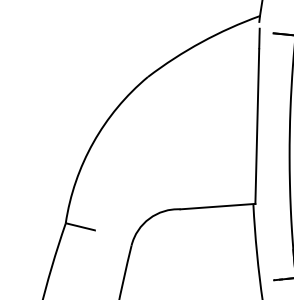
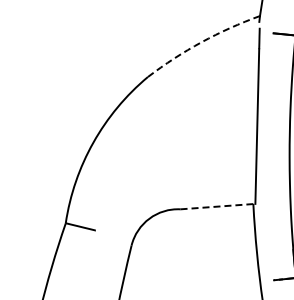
arc at (201, 42): solid -> dashed
line at (217, 206): solid -> dashed
